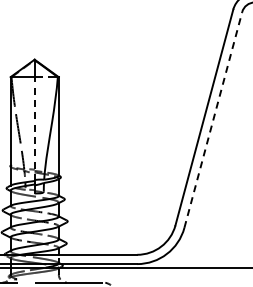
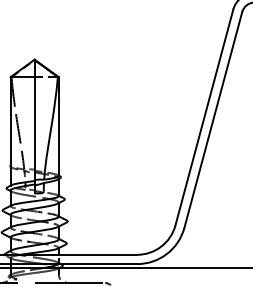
line at (213, 119): dashed -> solid
line at (34, 129): dashed -> solid
